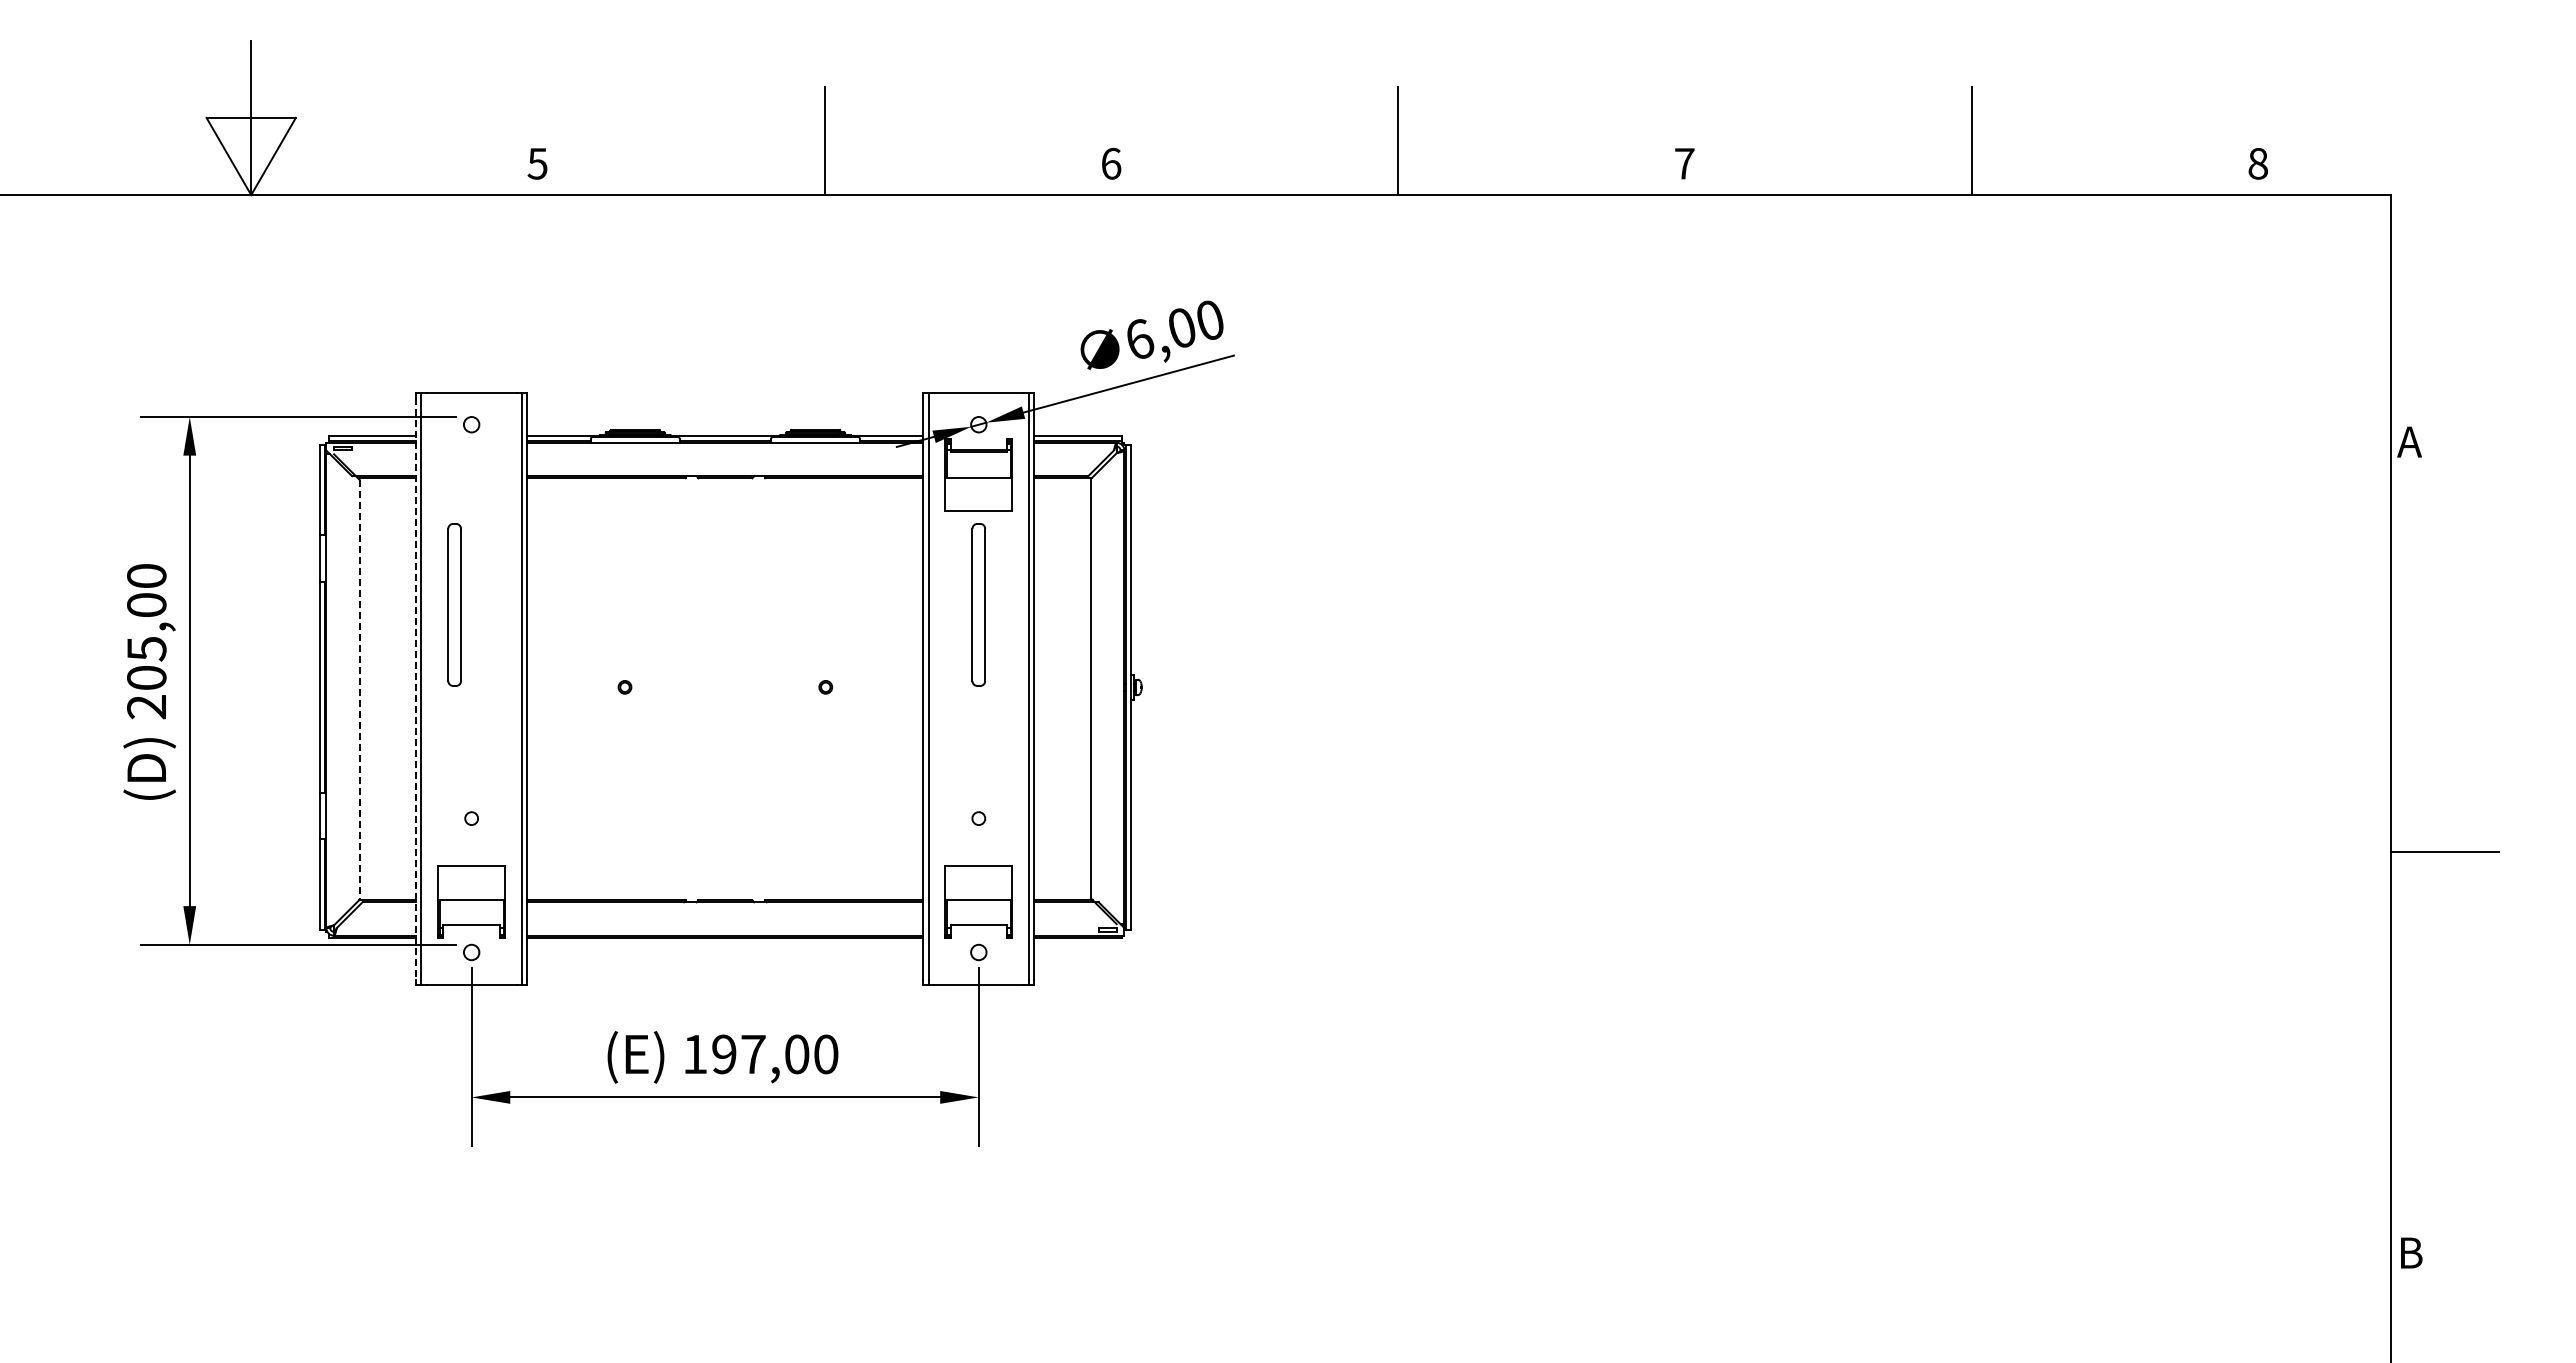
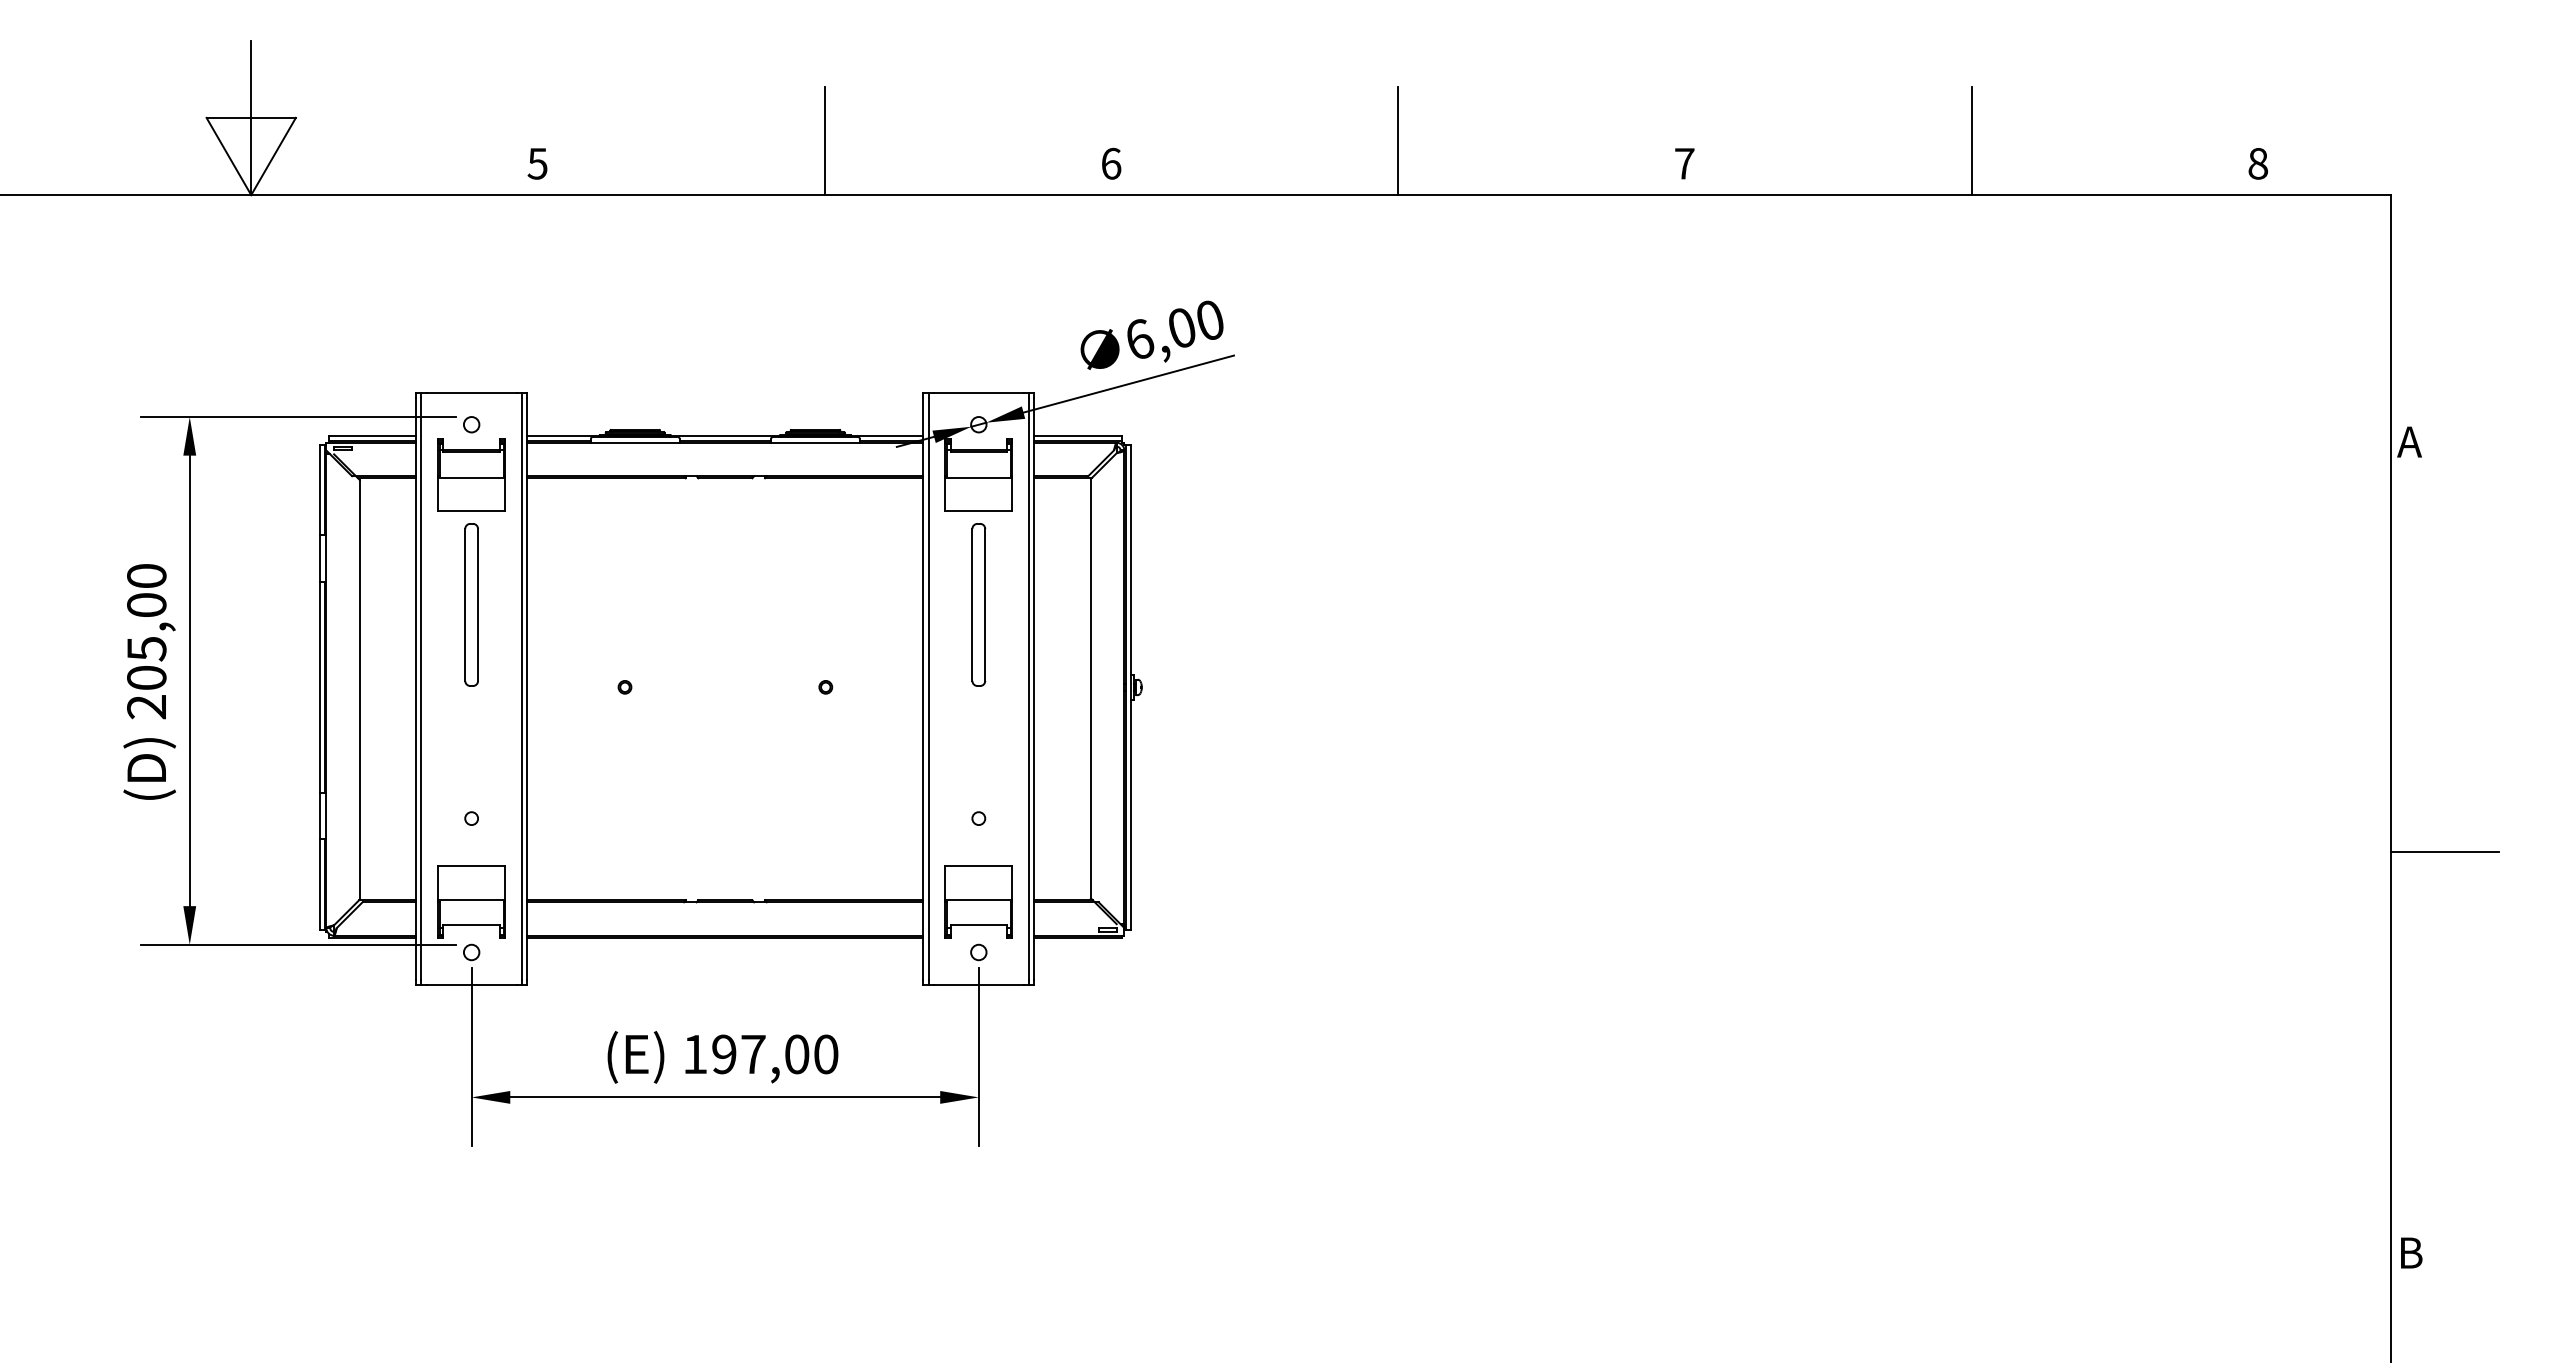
part at (471, 474): none -> present
part at (454, 604) position: (454, 604) -> (471, 604)
line at (416, 688): dashed -> solid
line at (359, 689): dashed -> solid
